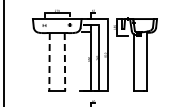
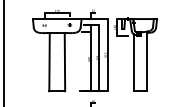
line at (49, 62): dashed -> solid
line at (64, 62): dashed -> solid
